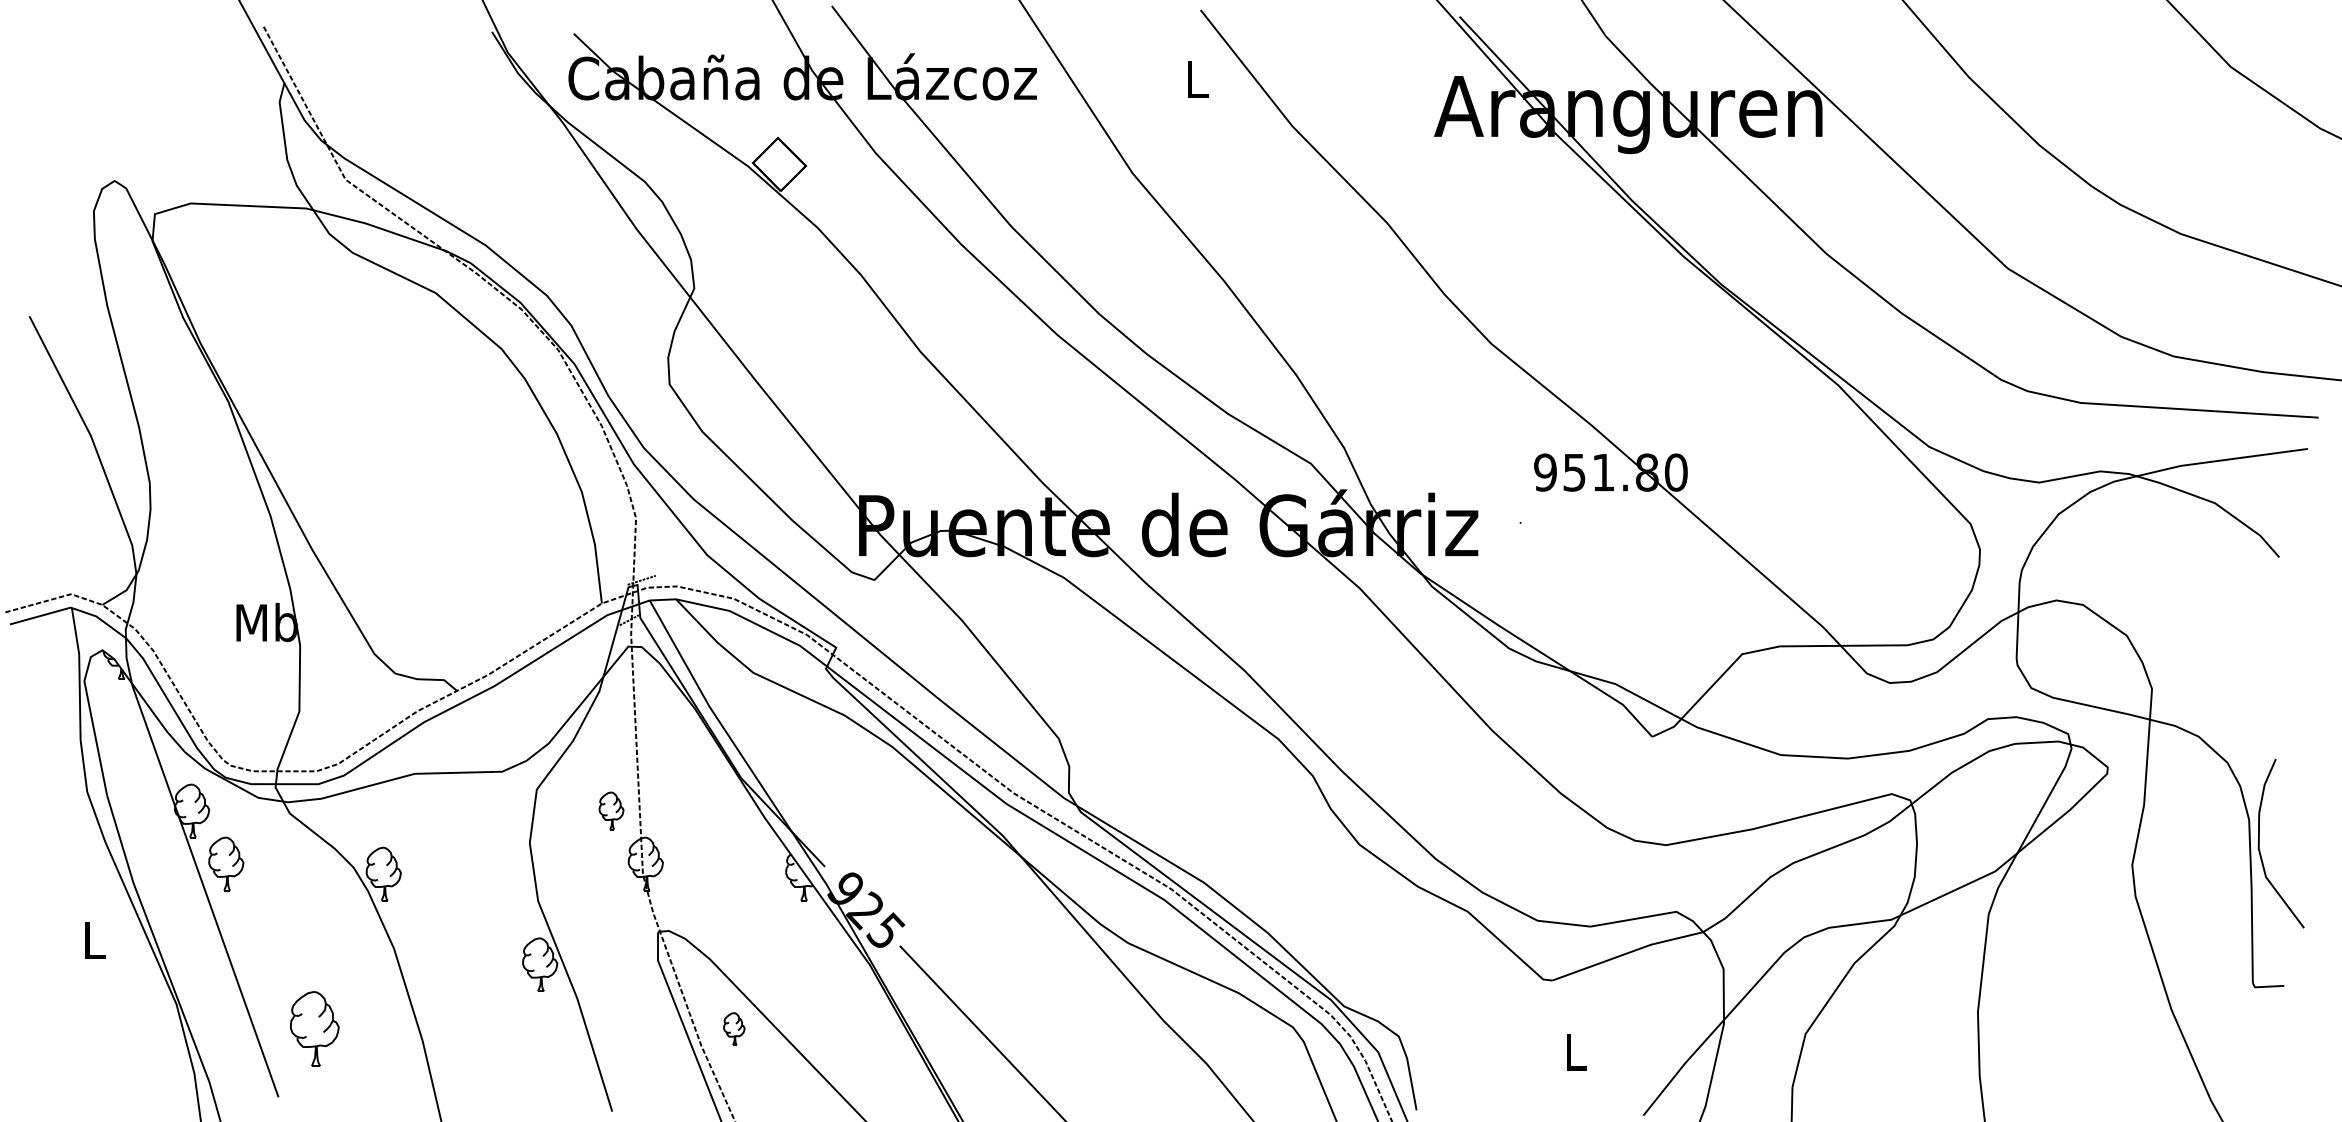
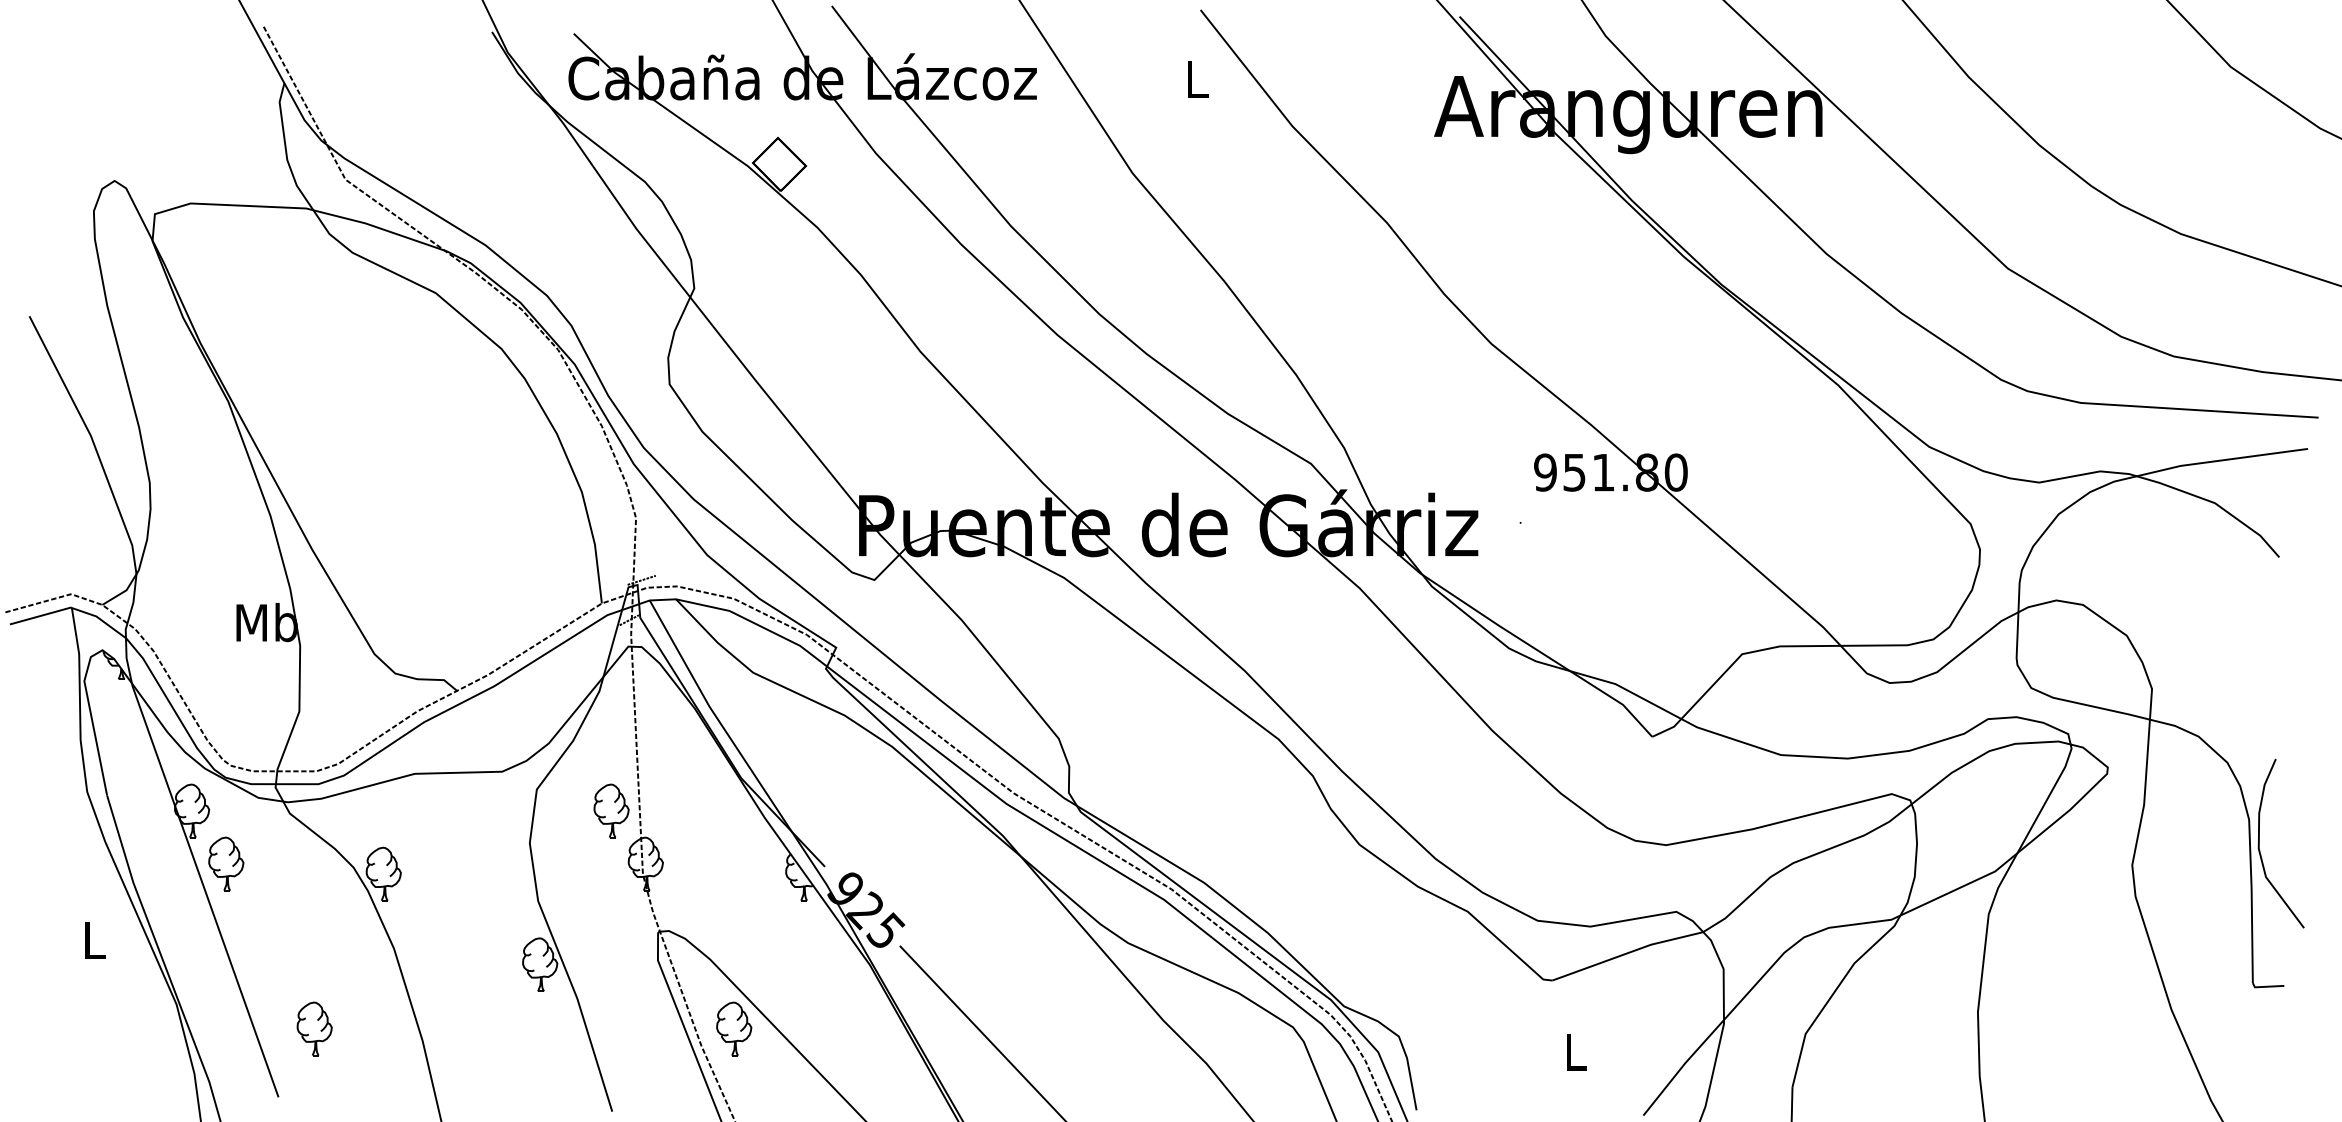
part at (611, 810) size: 27x40 px -> 37x56 px
part at (314, 1028) size: 50x76 px -> 37x56 px
part at (734, 1028) size: 23x34 px -> 37x56 px
